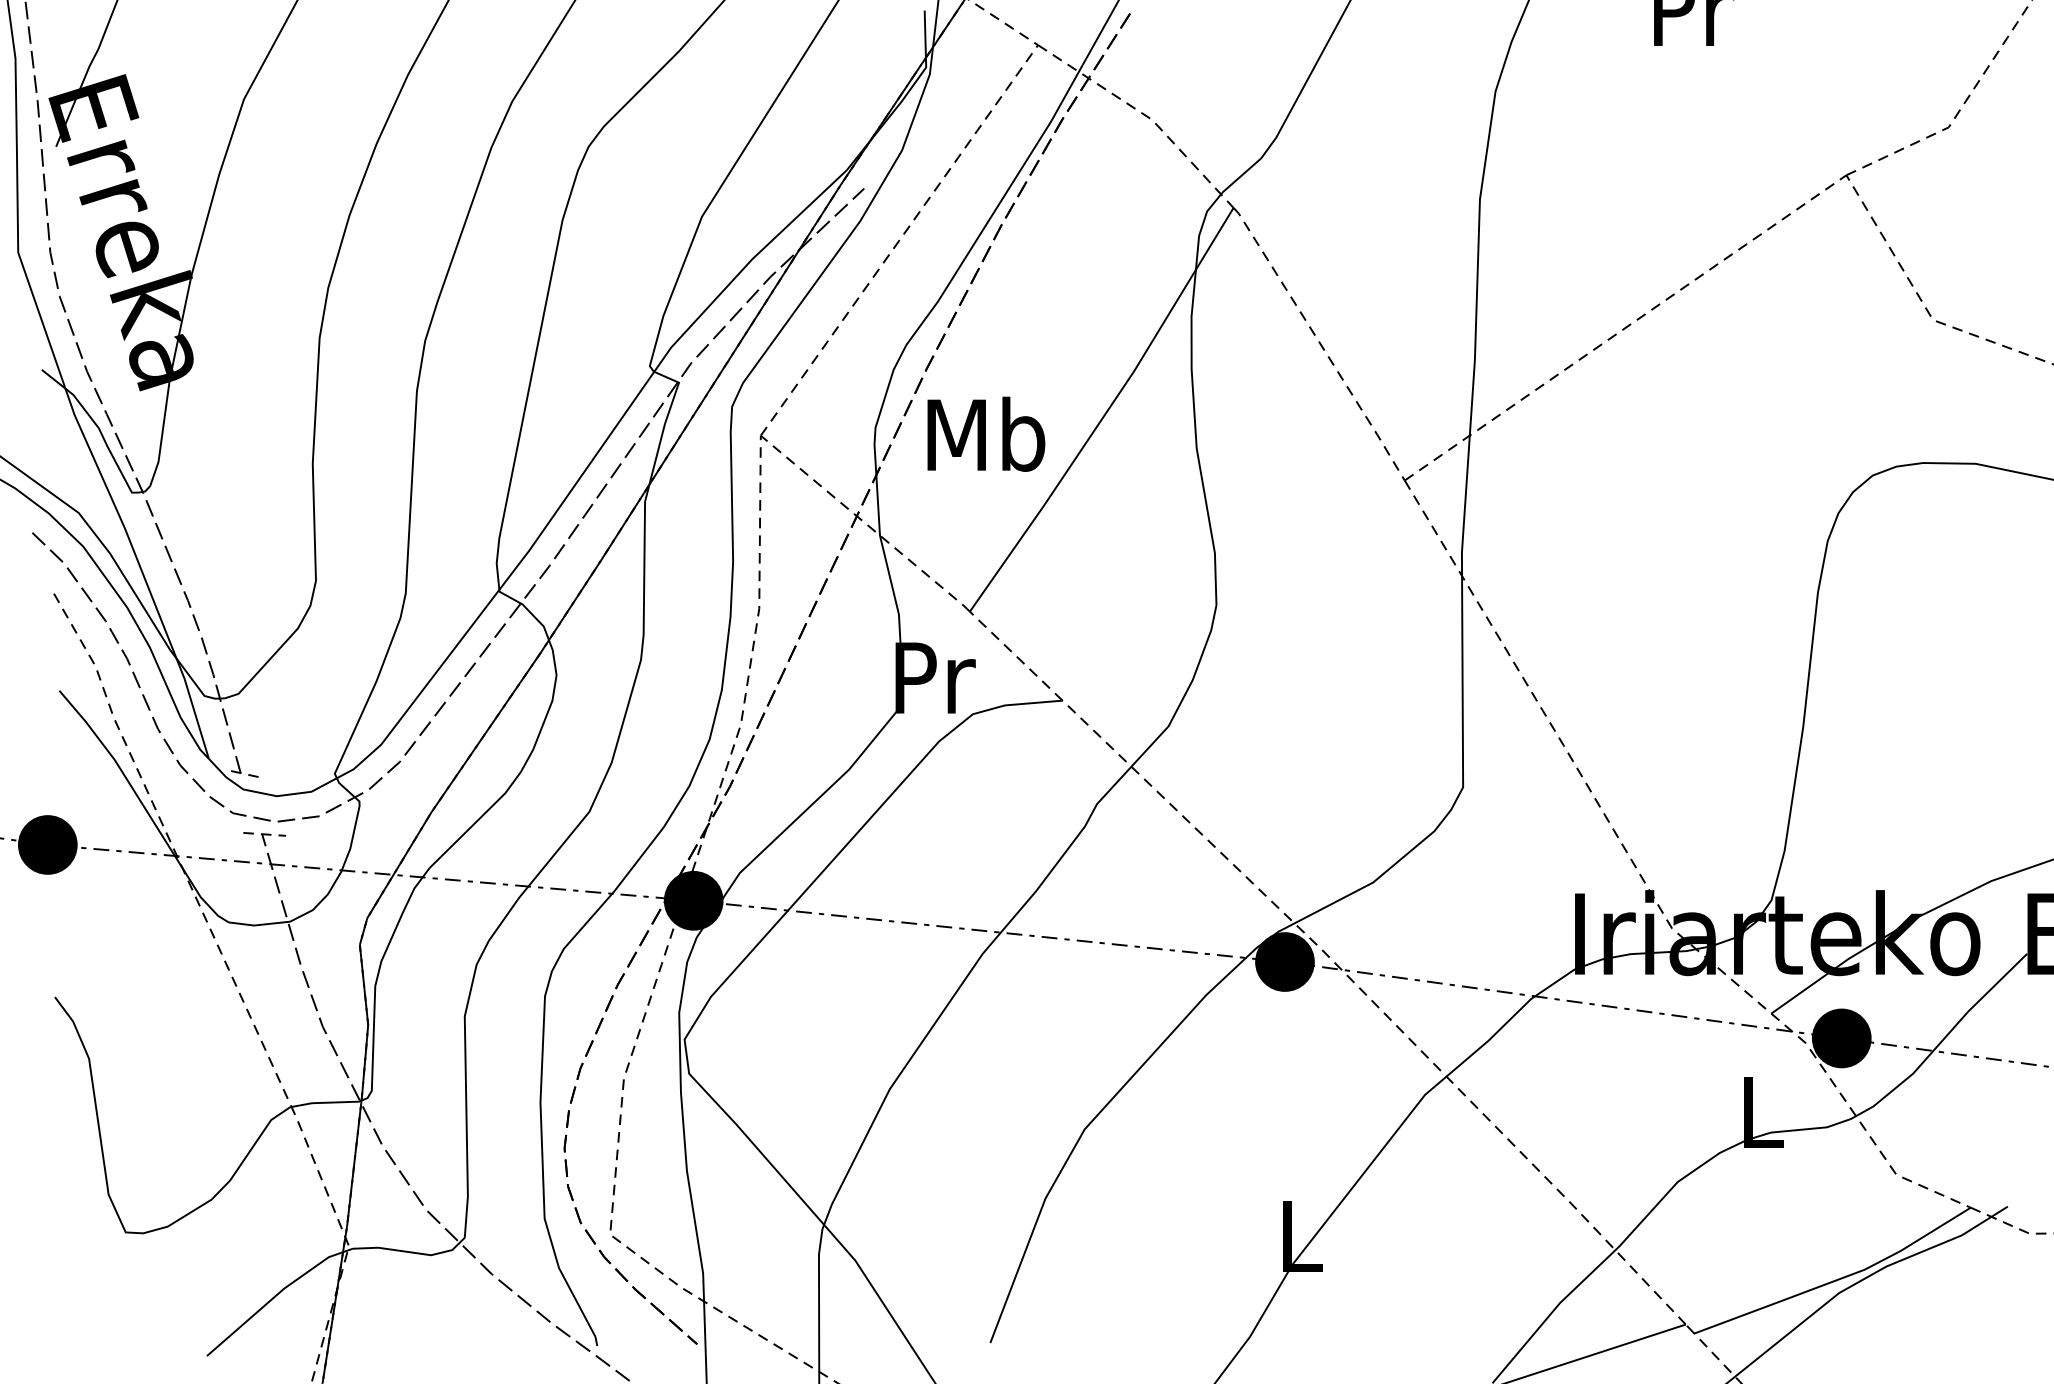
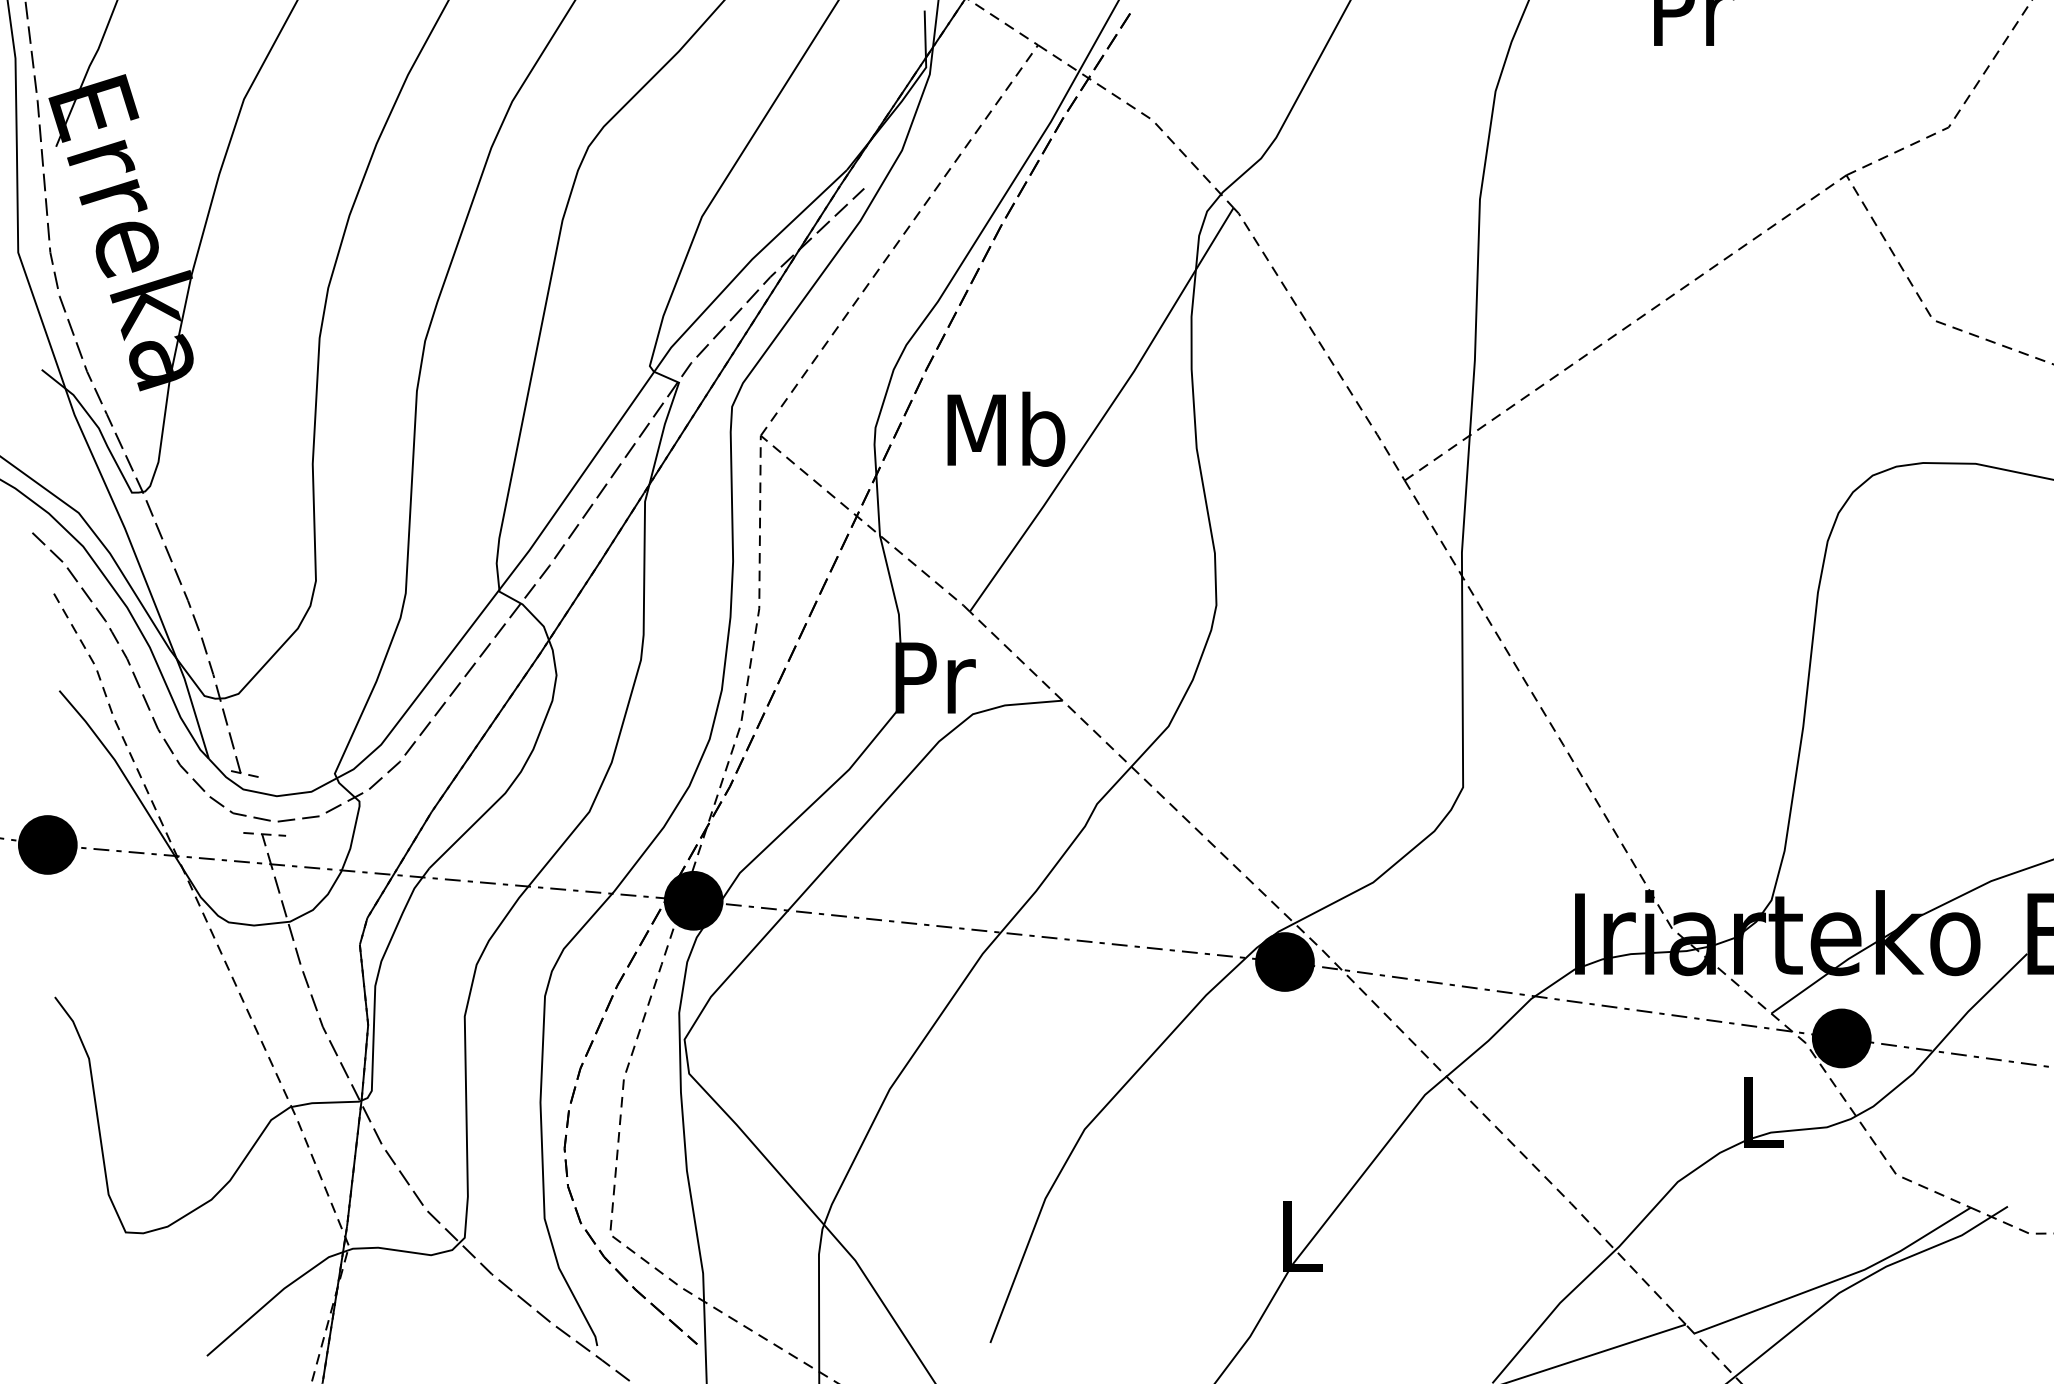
text at (986, 433) position: (986, 433) -> (1006, 428)
